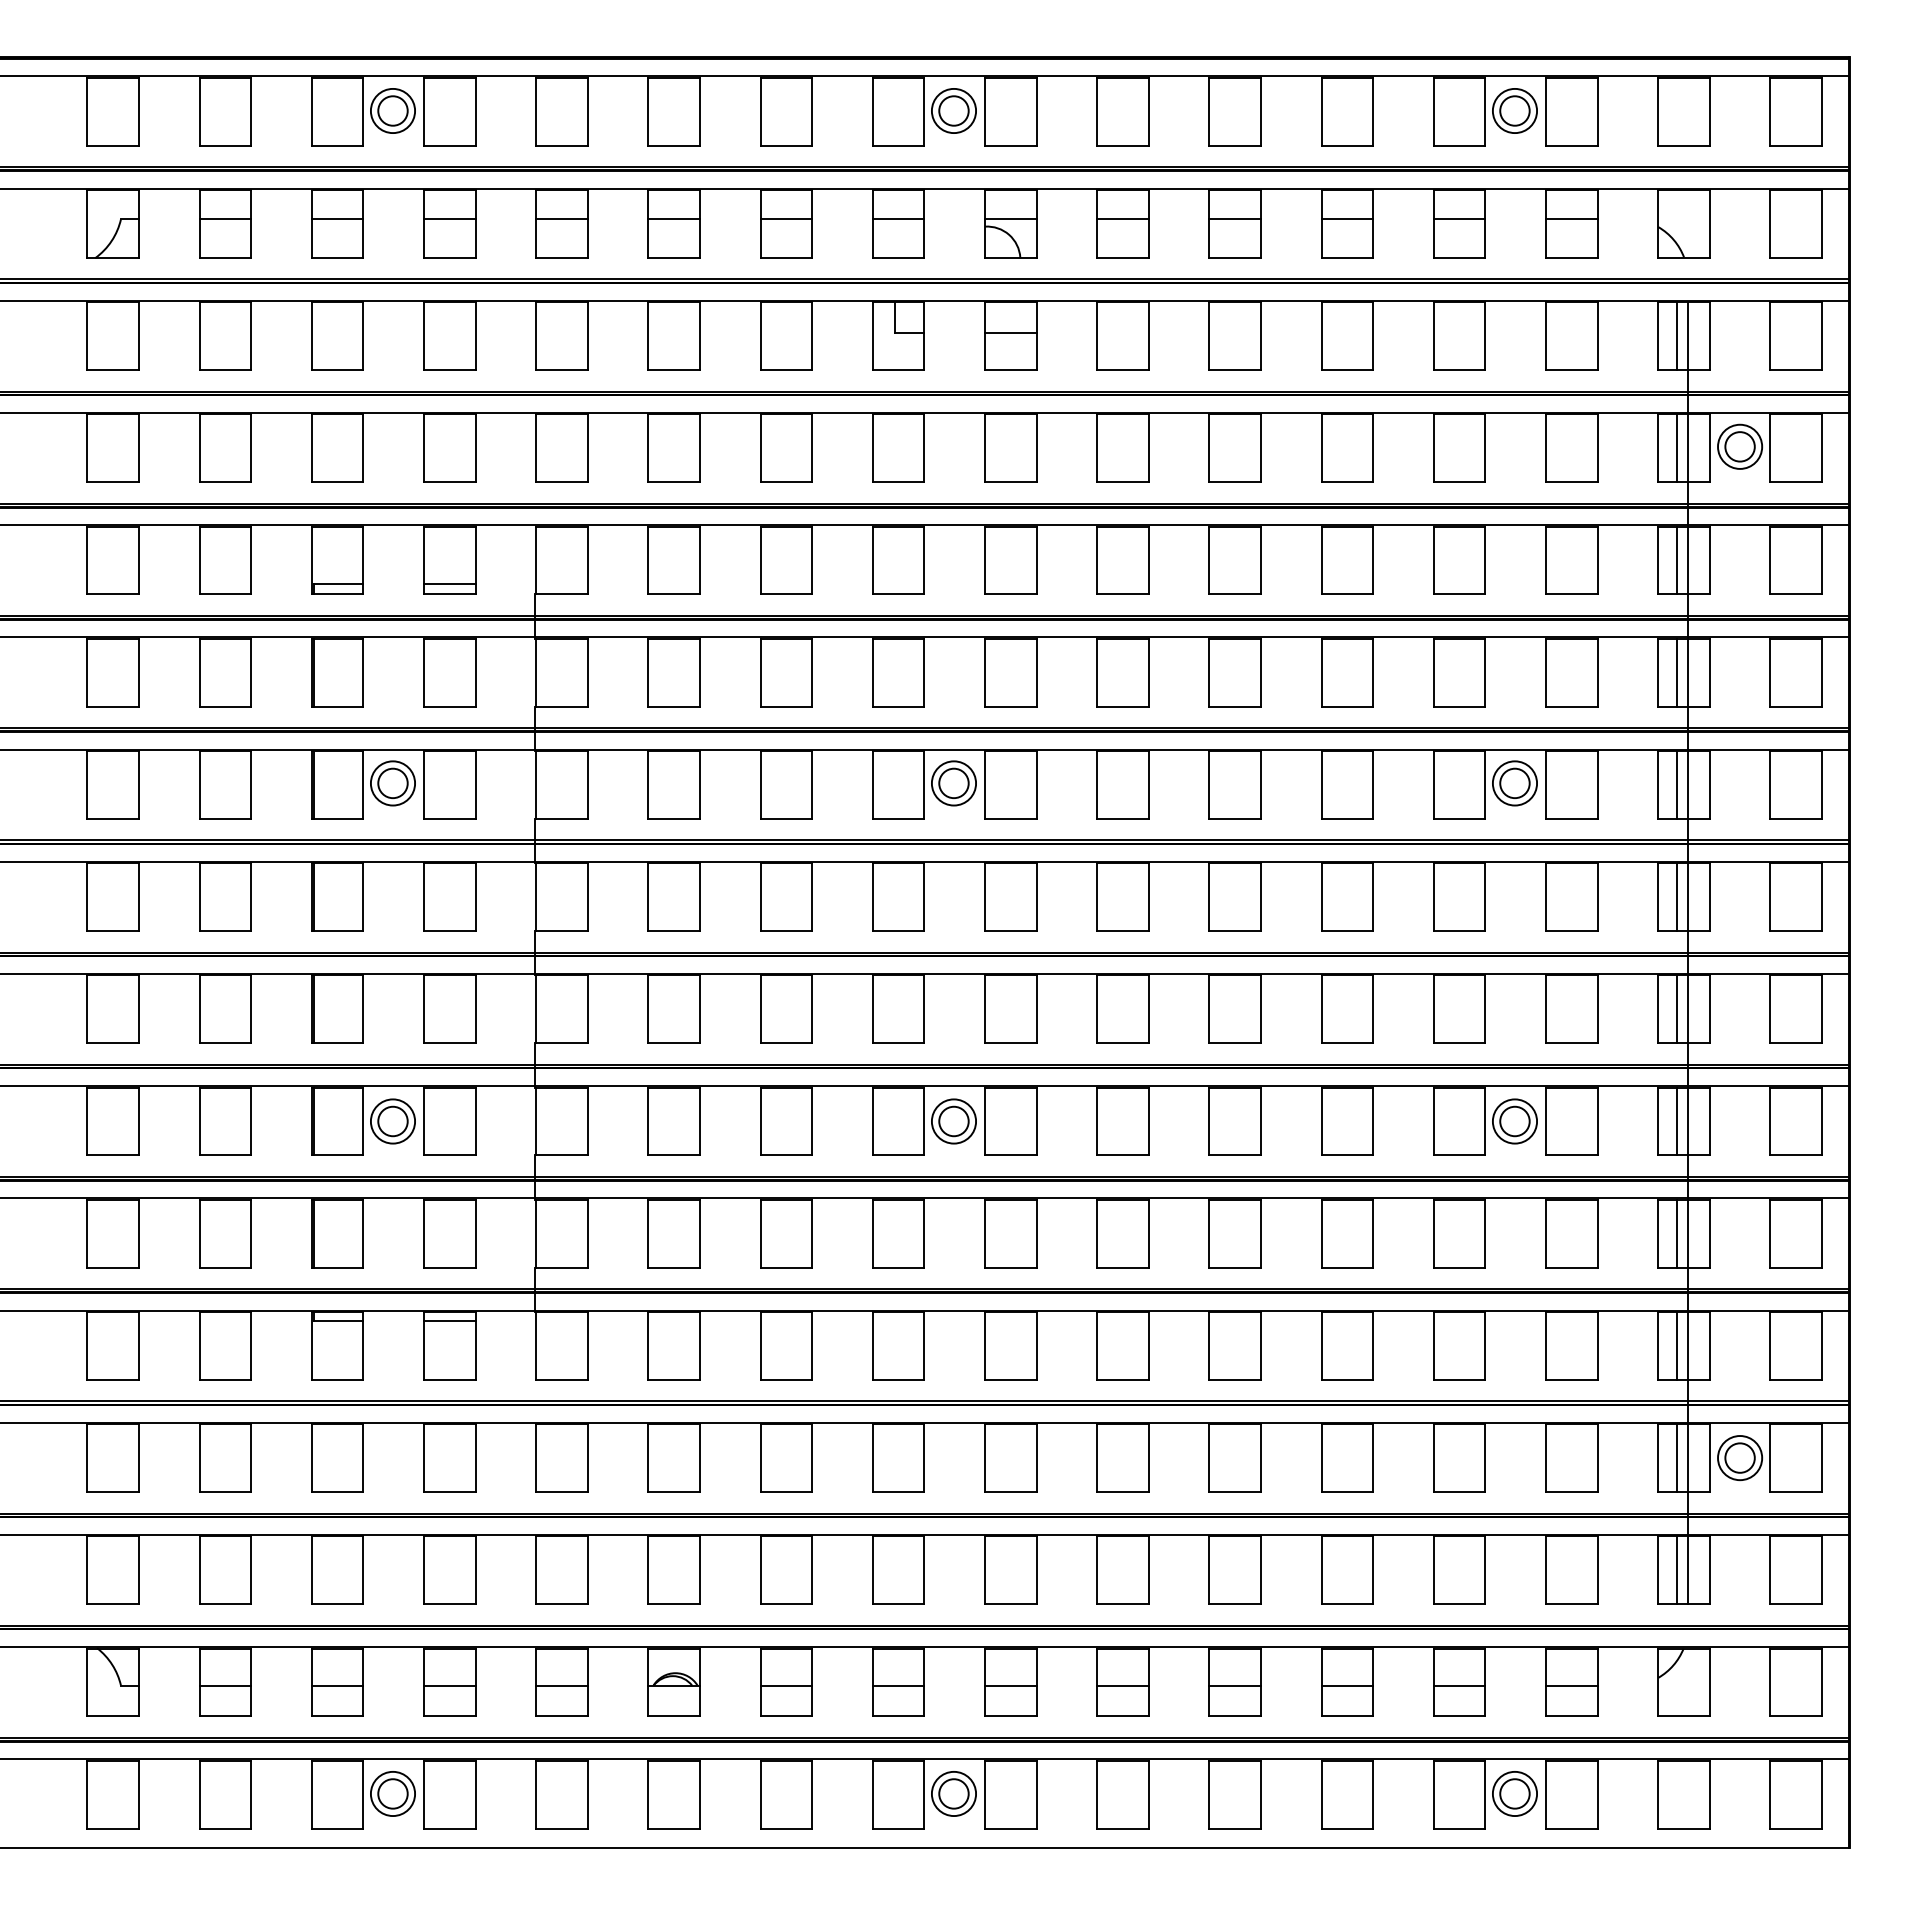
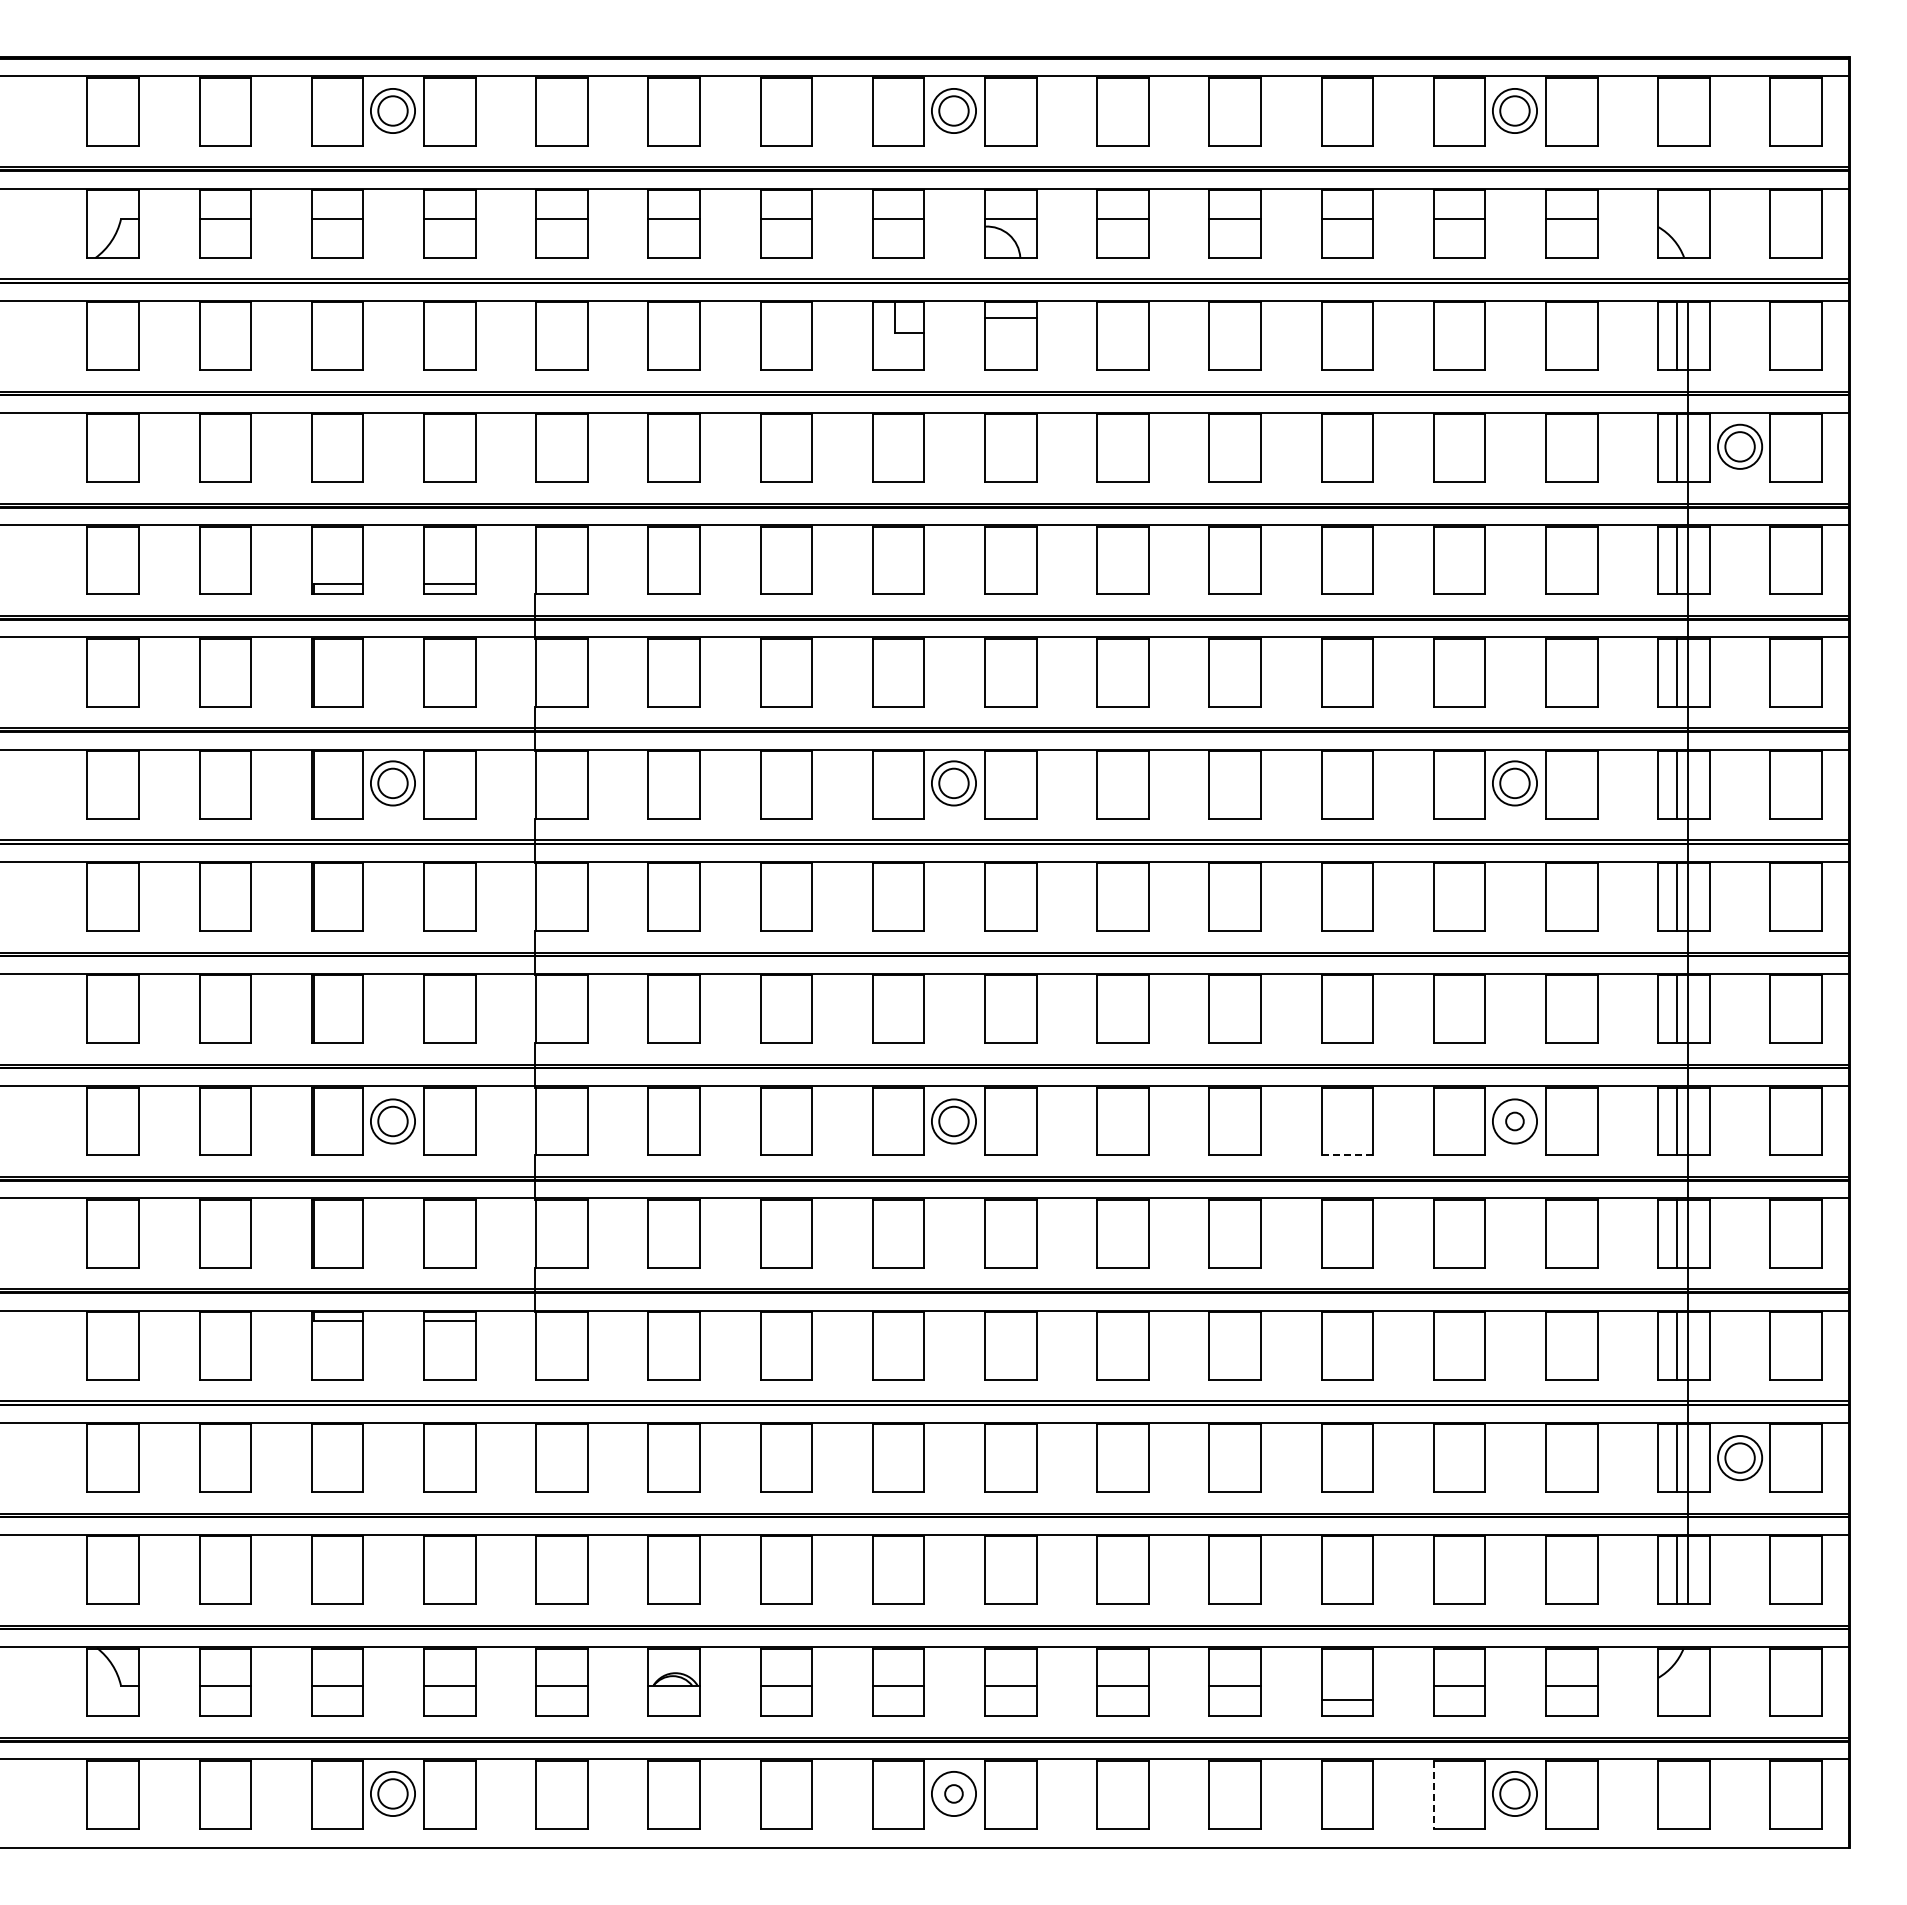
line at (1010, 333) position: (1010, 333) -> (1010, 318)
circle at (1514, 1121) diameter: 29 px -> 18 px
line at (1347, 1155): solid -> dashed
line at (1347, 1685) position: (1347, 1685) -> (1347, 1699)
circle at (953, 1793) diameter: 29 px -> 18 px
line at (1433, 1794): solid -> dashed
